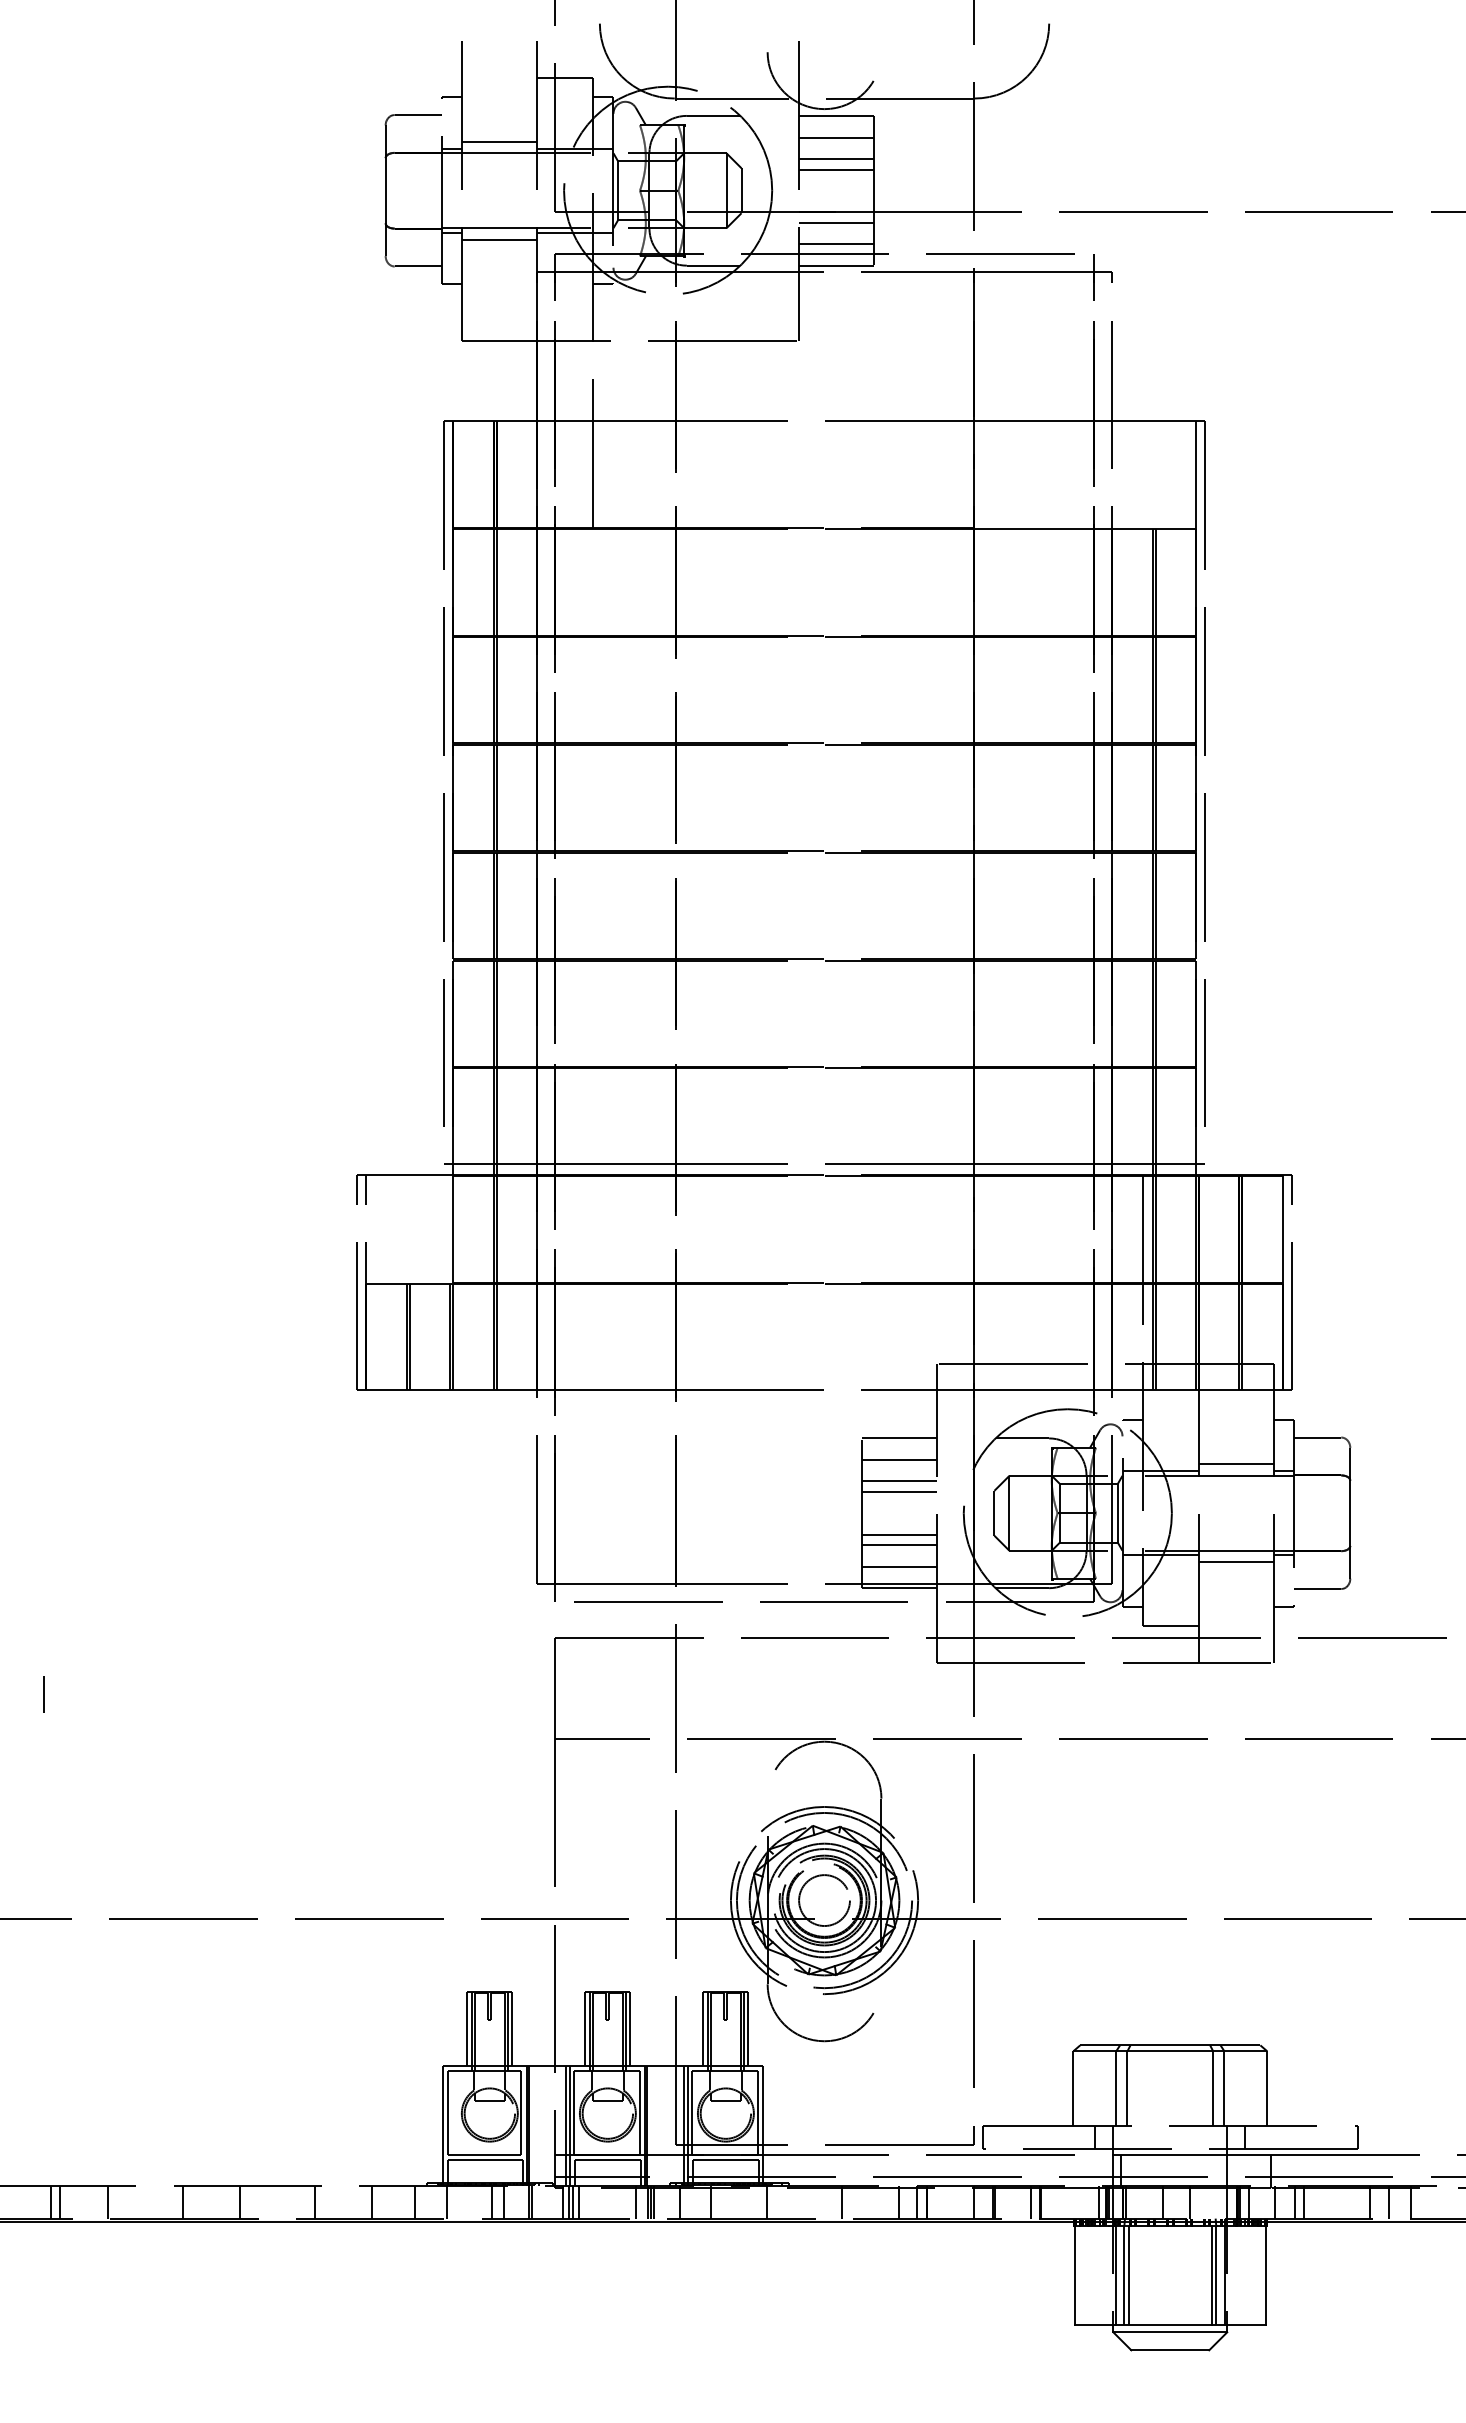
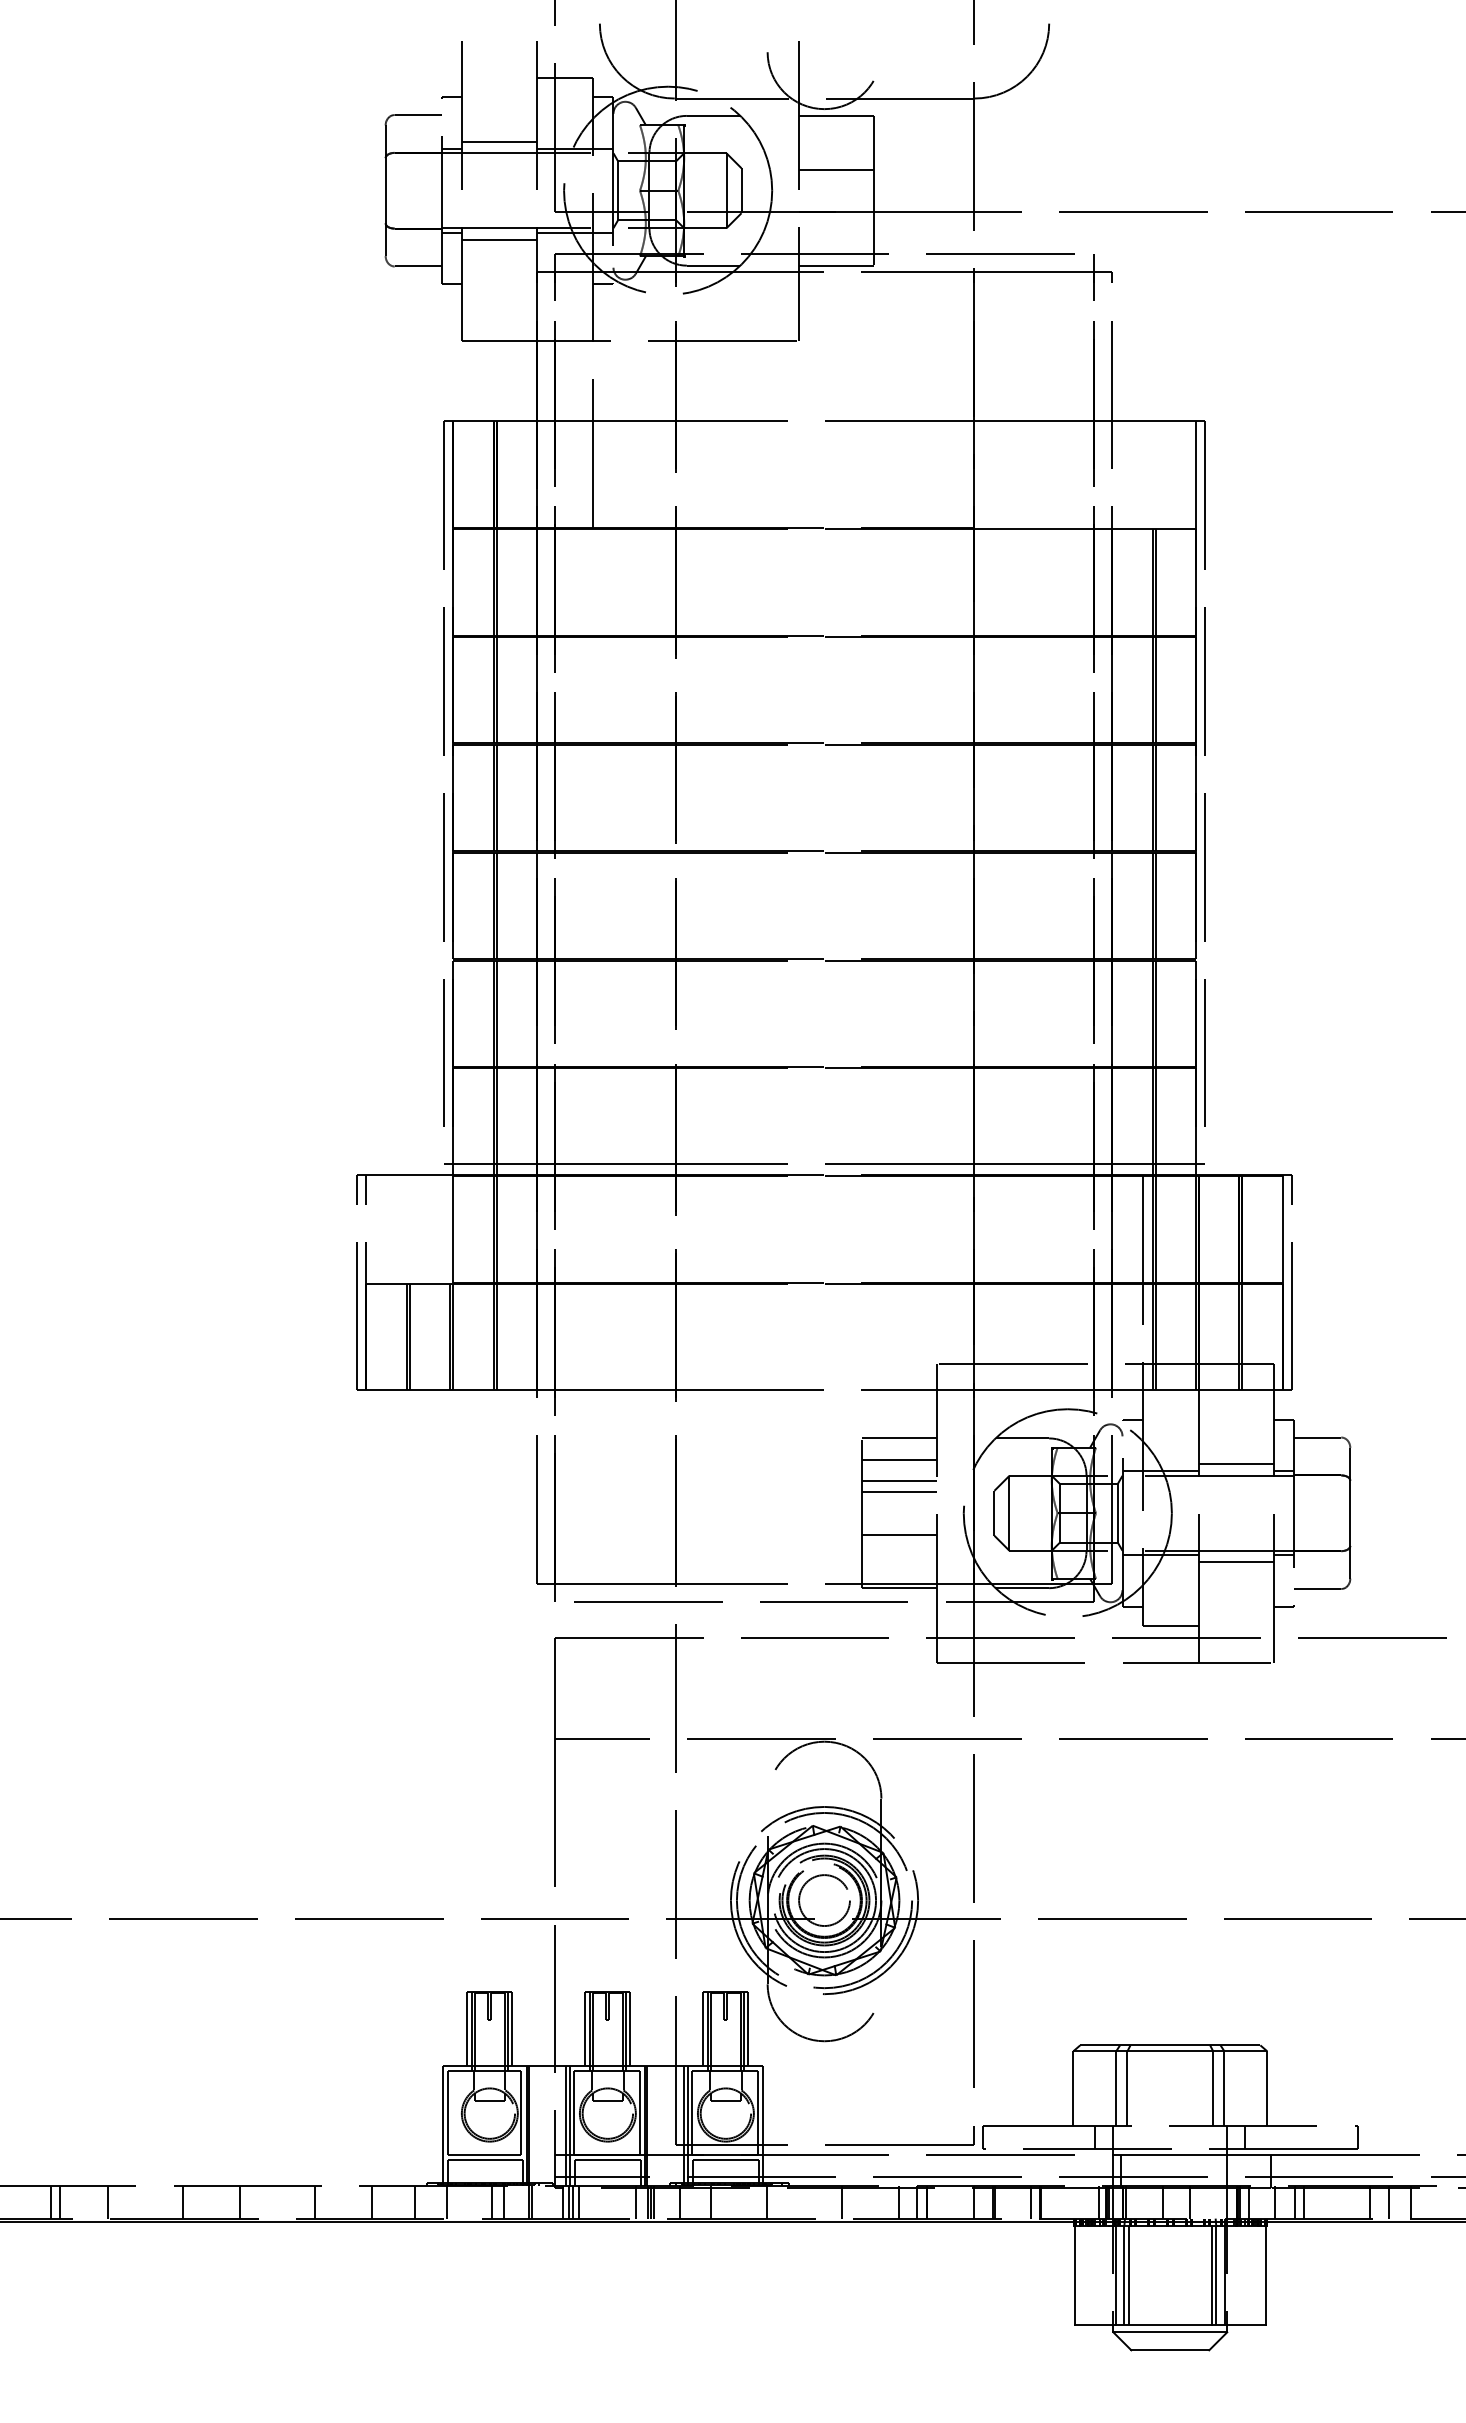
line at (836, 137): present -> none
line at (836, 158): present -> none
line at (836, 222): present -> none
line at (836, 244): present -> none
line at (898, 1545): present -> none
line at (898, 1566): present -> none
line at (43, 1693): present -> none
